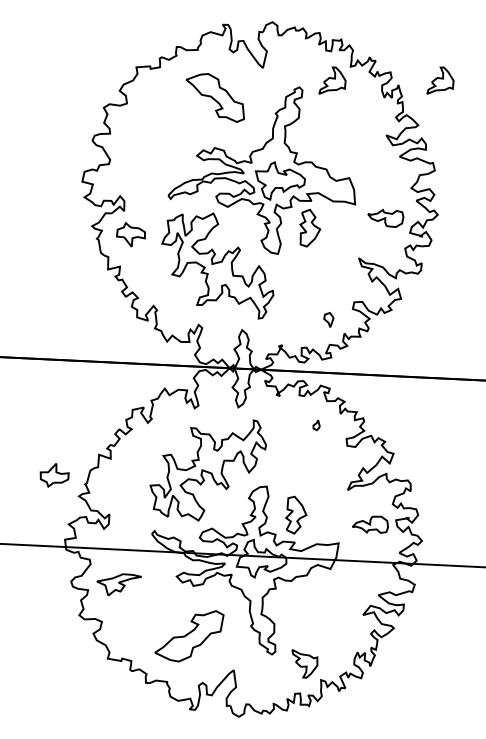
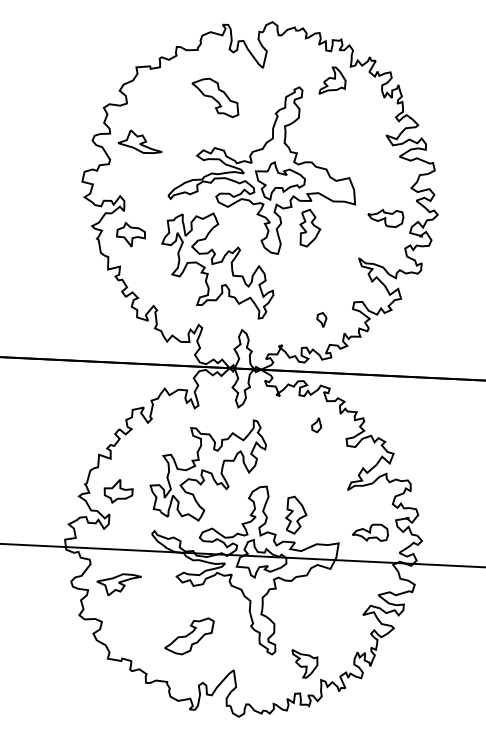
part at (440, 80): present -> none
part at (215, 97) size: 59x50 px -> 49x42 px
part at (139, 141): none -> present
part at (328, 319) position: (328, 319) -> (321, 319)
part at (316, 425) size: 9x13 px -> 11x17 px
part at (54, 475) position: (54, 475) -> (118, 491)
part at (370, 524) position: (370, 524) -> (370, 532)
part at (189, 636) size: 71x53 px -> 51x39 px
